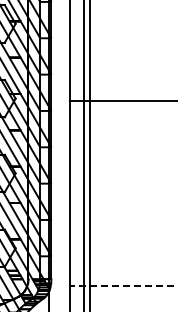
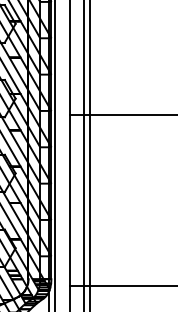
line at (121, 100) position: (121, 100) -> (121, 114)
line at (55, 155): none -> present
line at (123, 286): dashed -> solid
